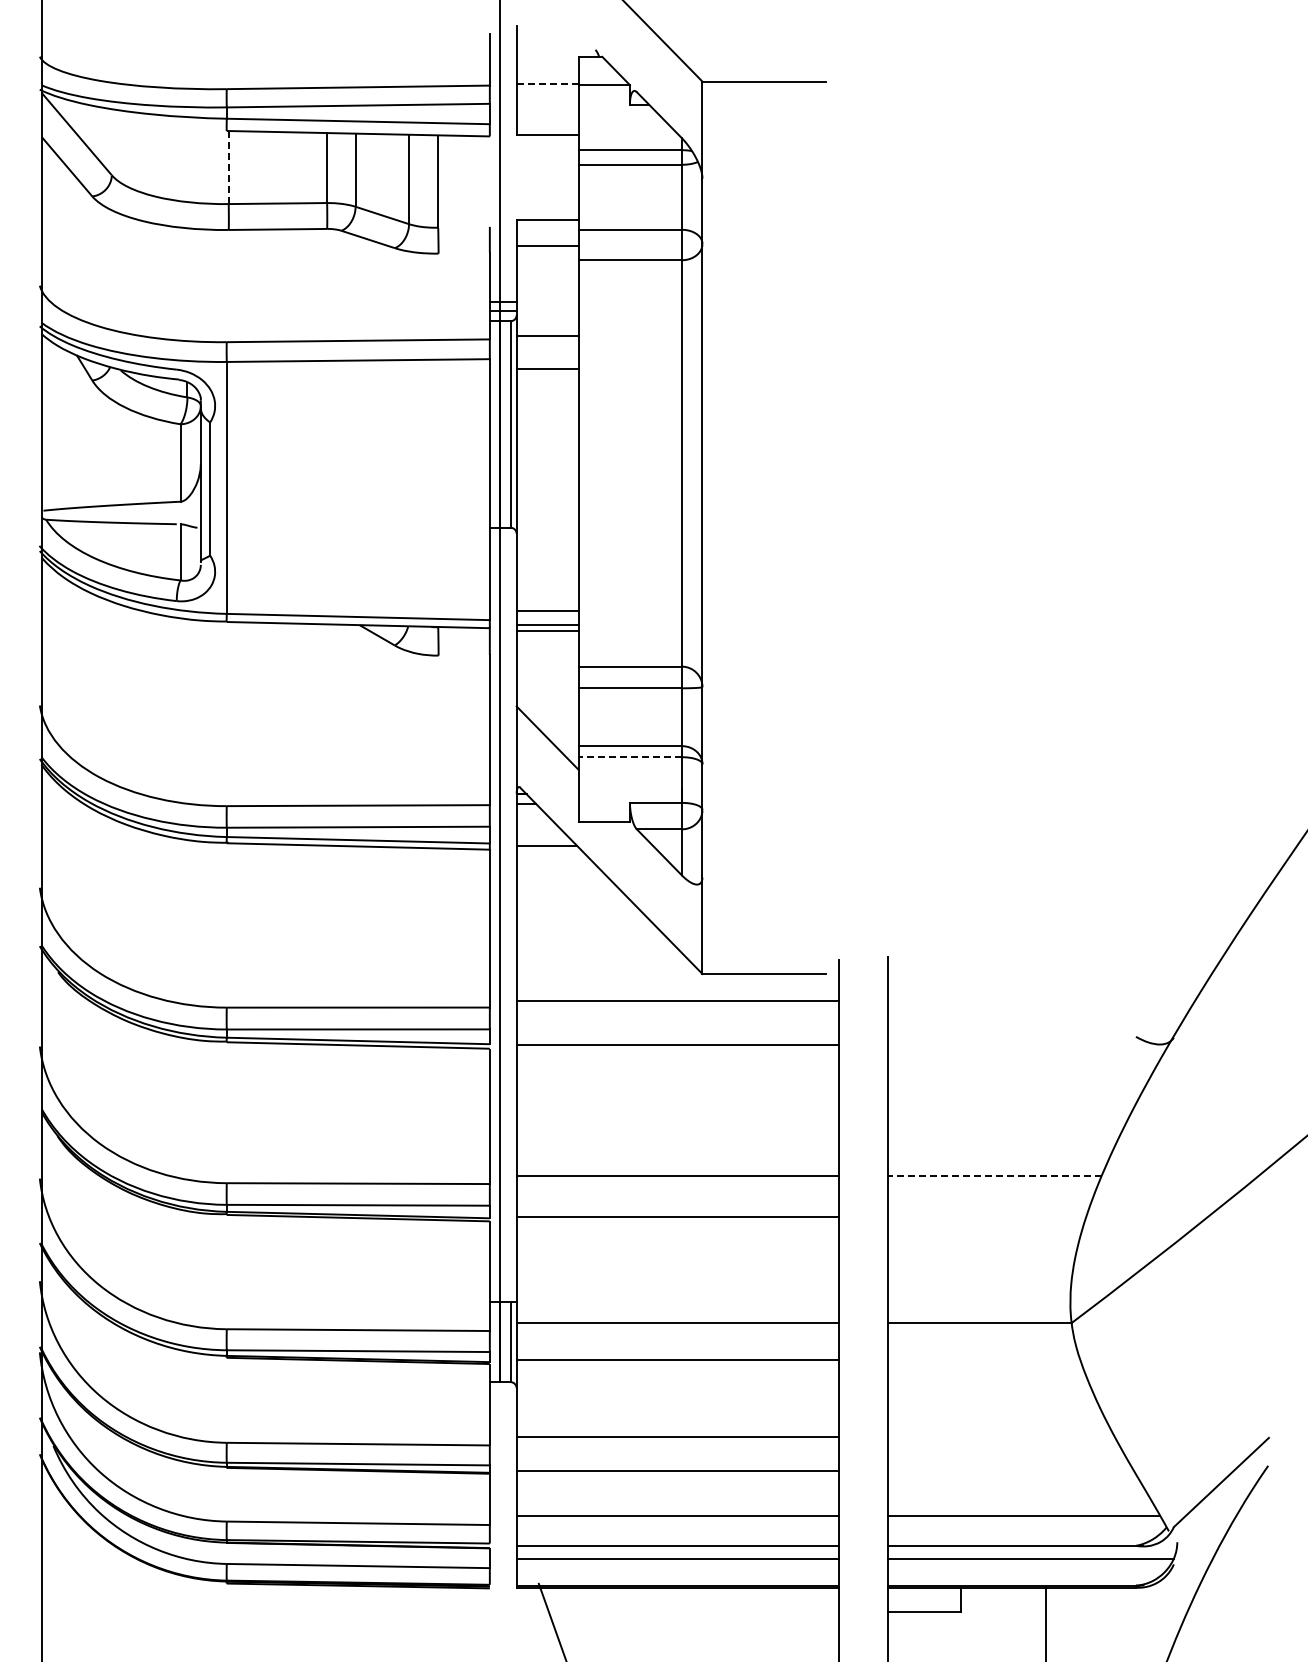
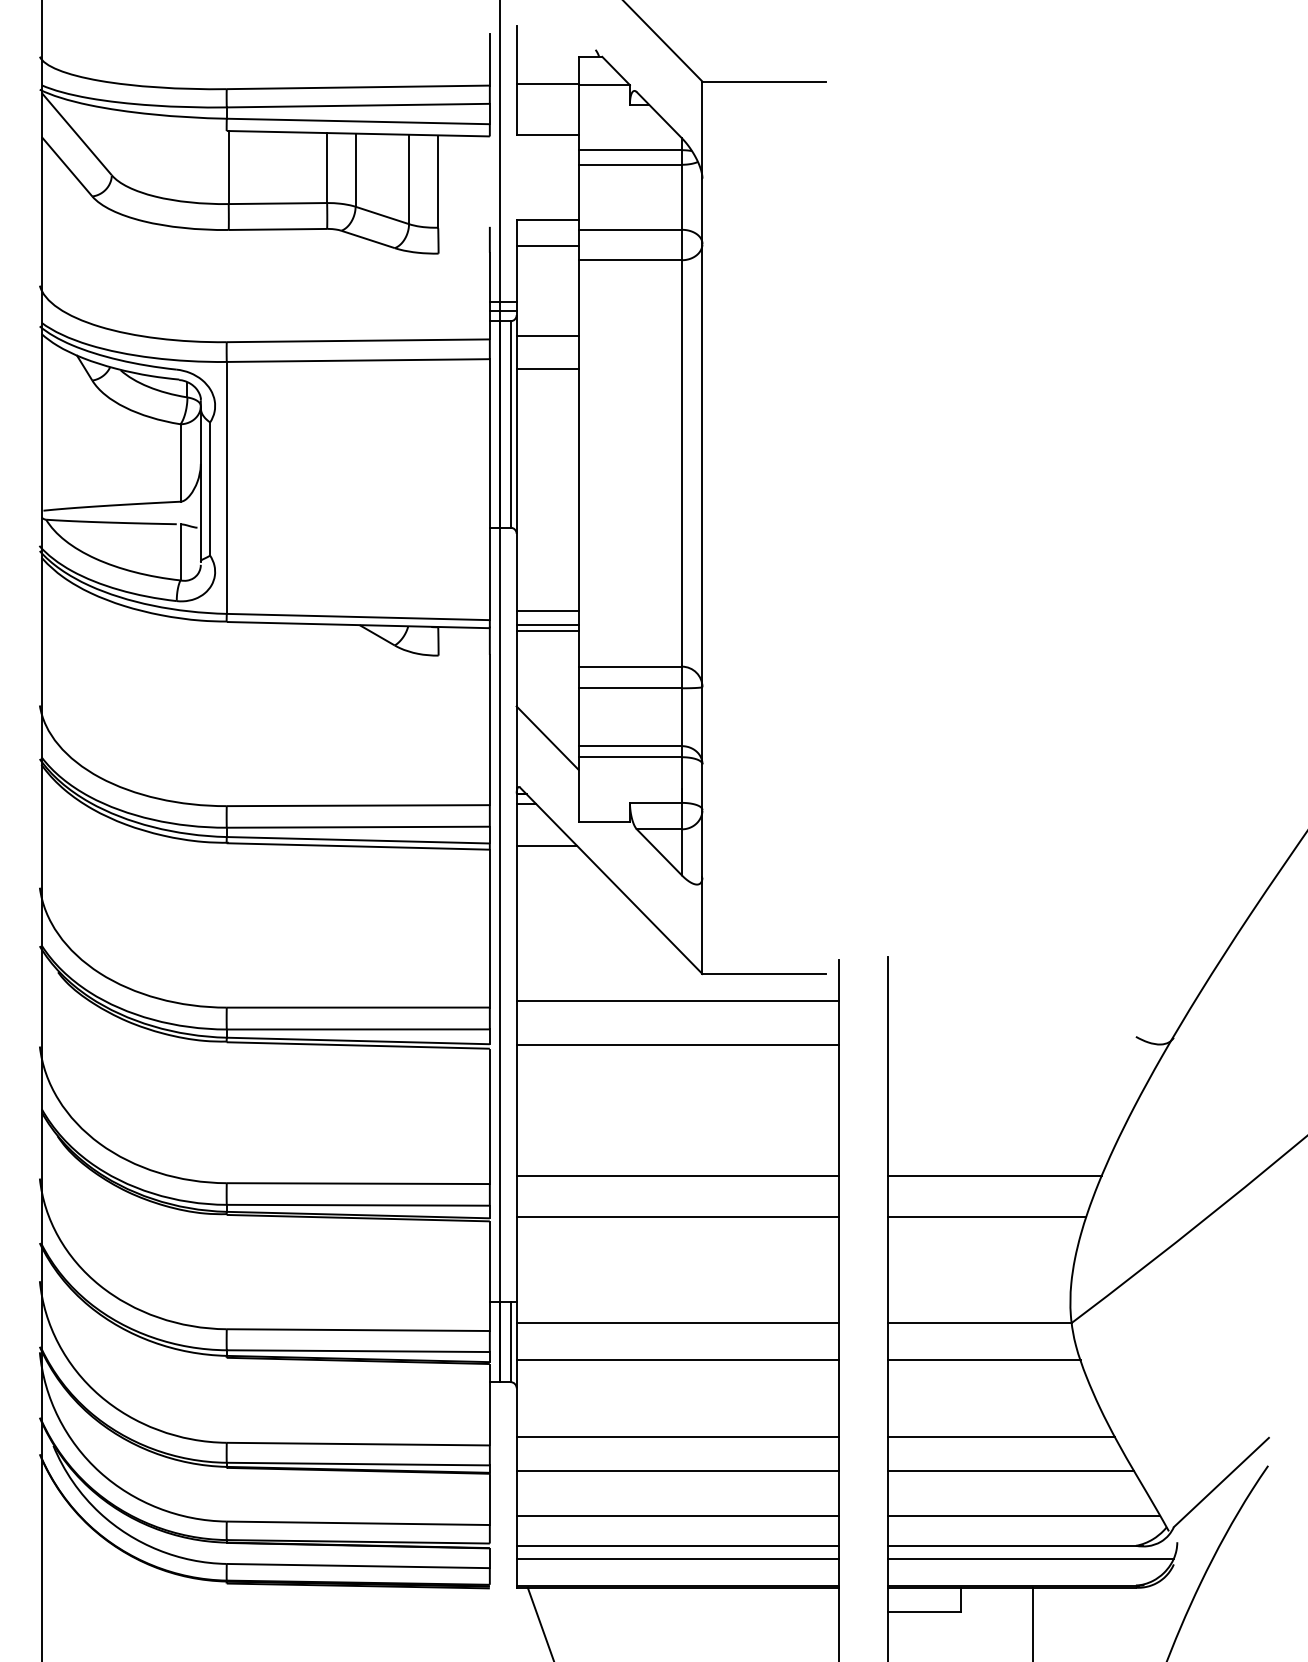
line at (547, 83): dashed -> solid
line at (228, 168): dashed -> solid
line at (630, 757): dashed -> solid
line at (994, 1176): dashed -> solid
line at (987, 1217): none -> present
line at (984, 1360): none -> present
line at (1001, 1436): none -> present
line at (1010, 1470): none -> present
line at (551, 1620) position: (551, 1620) -> (540, 1622)
line at (1045, 1622) position: (1045, 1622) -> (1032, 1622)
